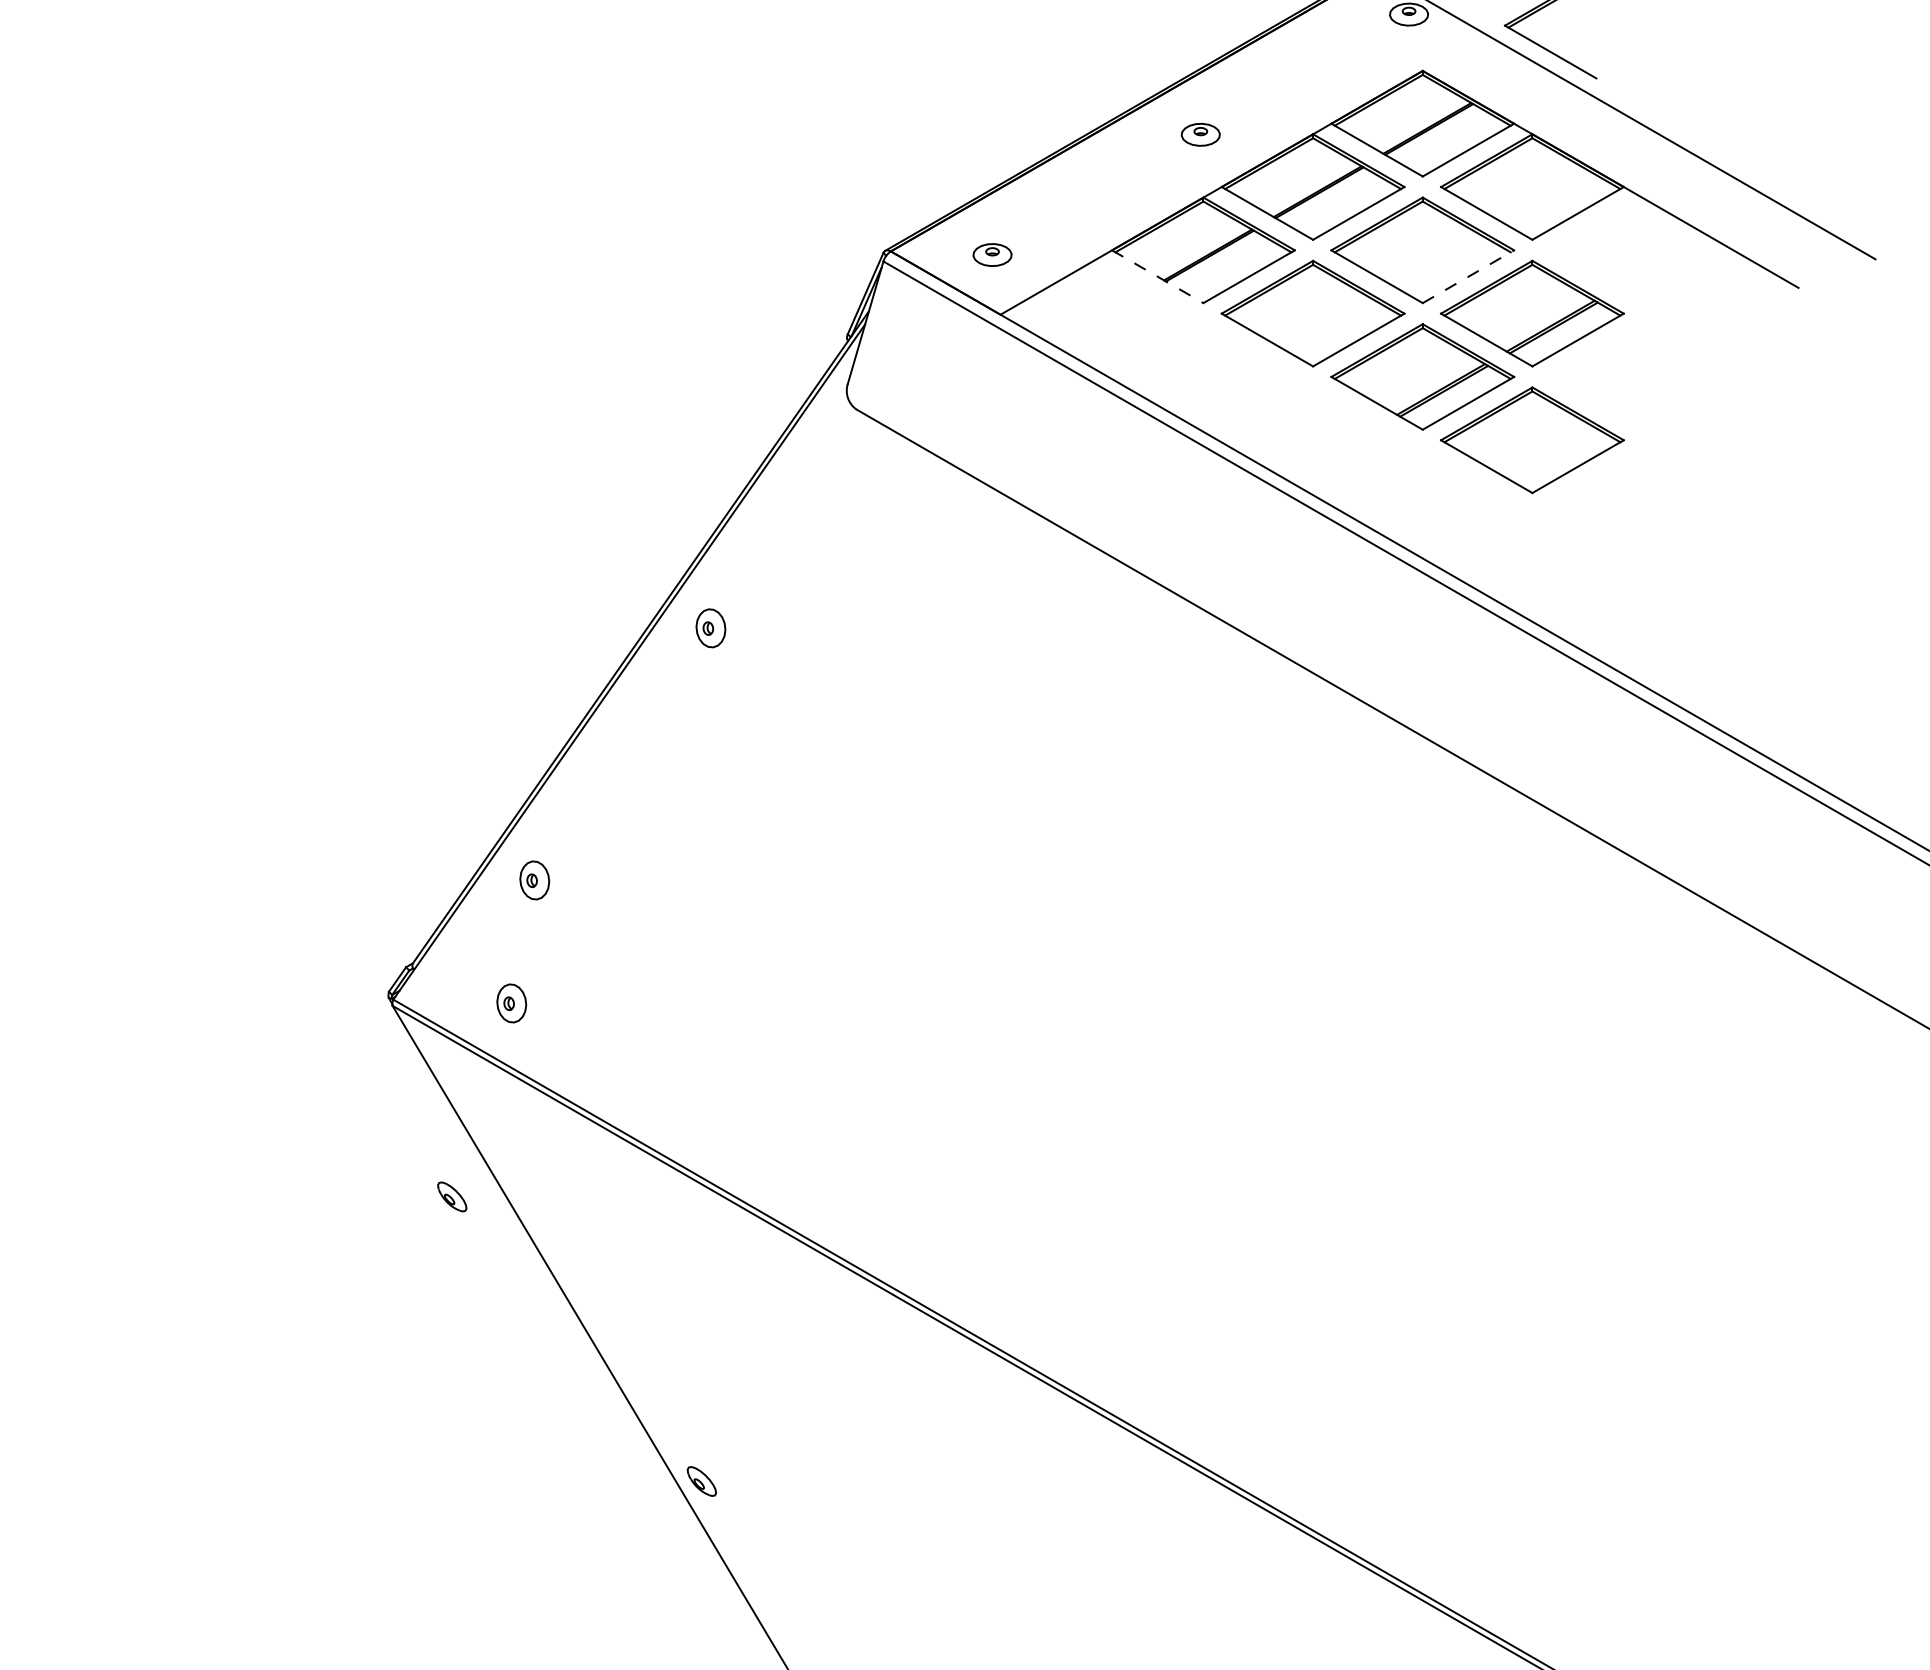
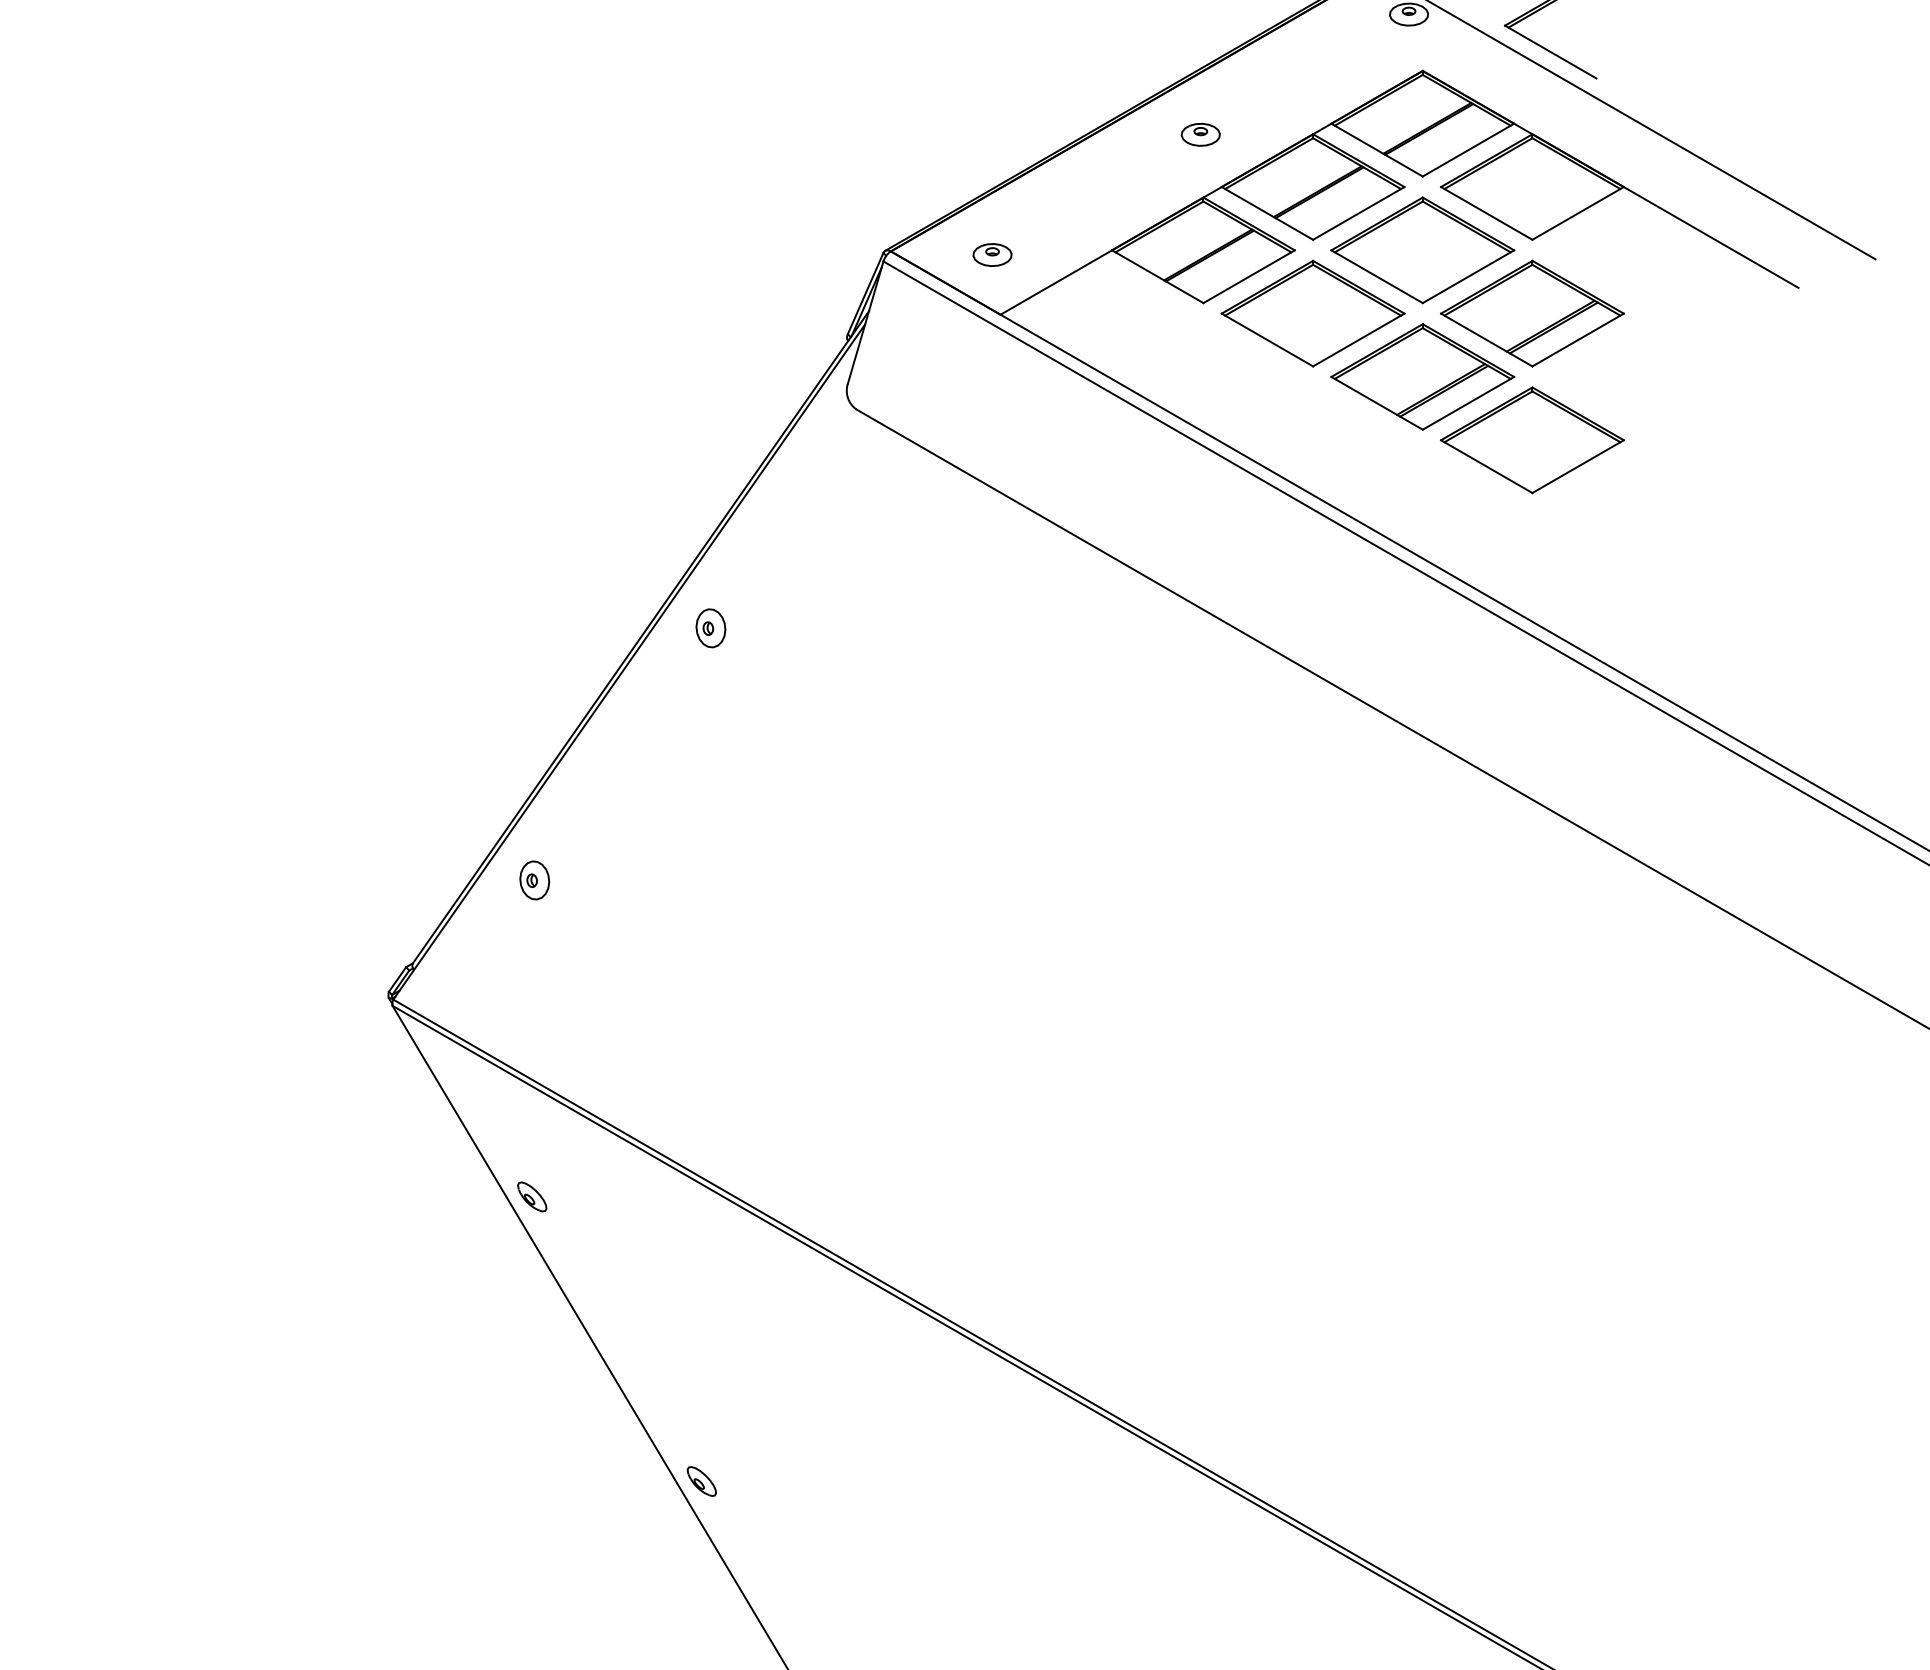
line at (1157, 276): dashed -> solid
line at (1468, 276): dashed -> solid
part at (511, 1003): present -> none
part at (452, 1196) position: (452, 1196) -> (532, 1196)
